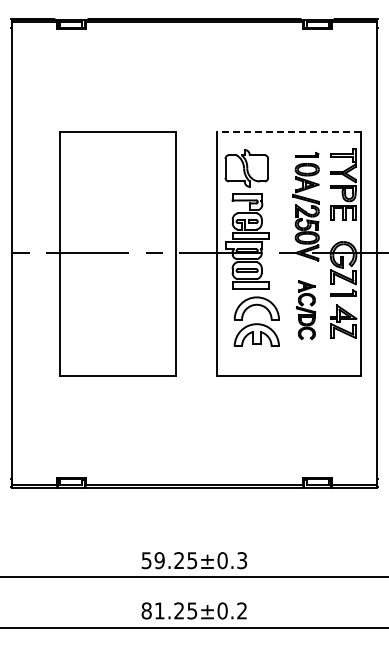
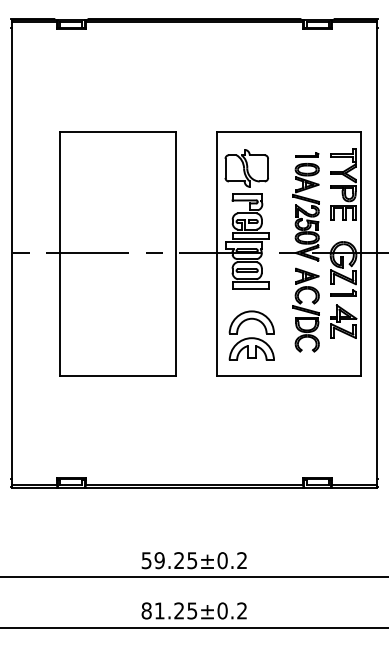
line at (288, 131): dashed -> solid
part at (305, 310) size: 20x61 px -> 28x86 px
part at (256, 321) position: (256, 321) -> (251, 335)
text at (242, 560): 59.25±0.3 -> 59.25±0.2
